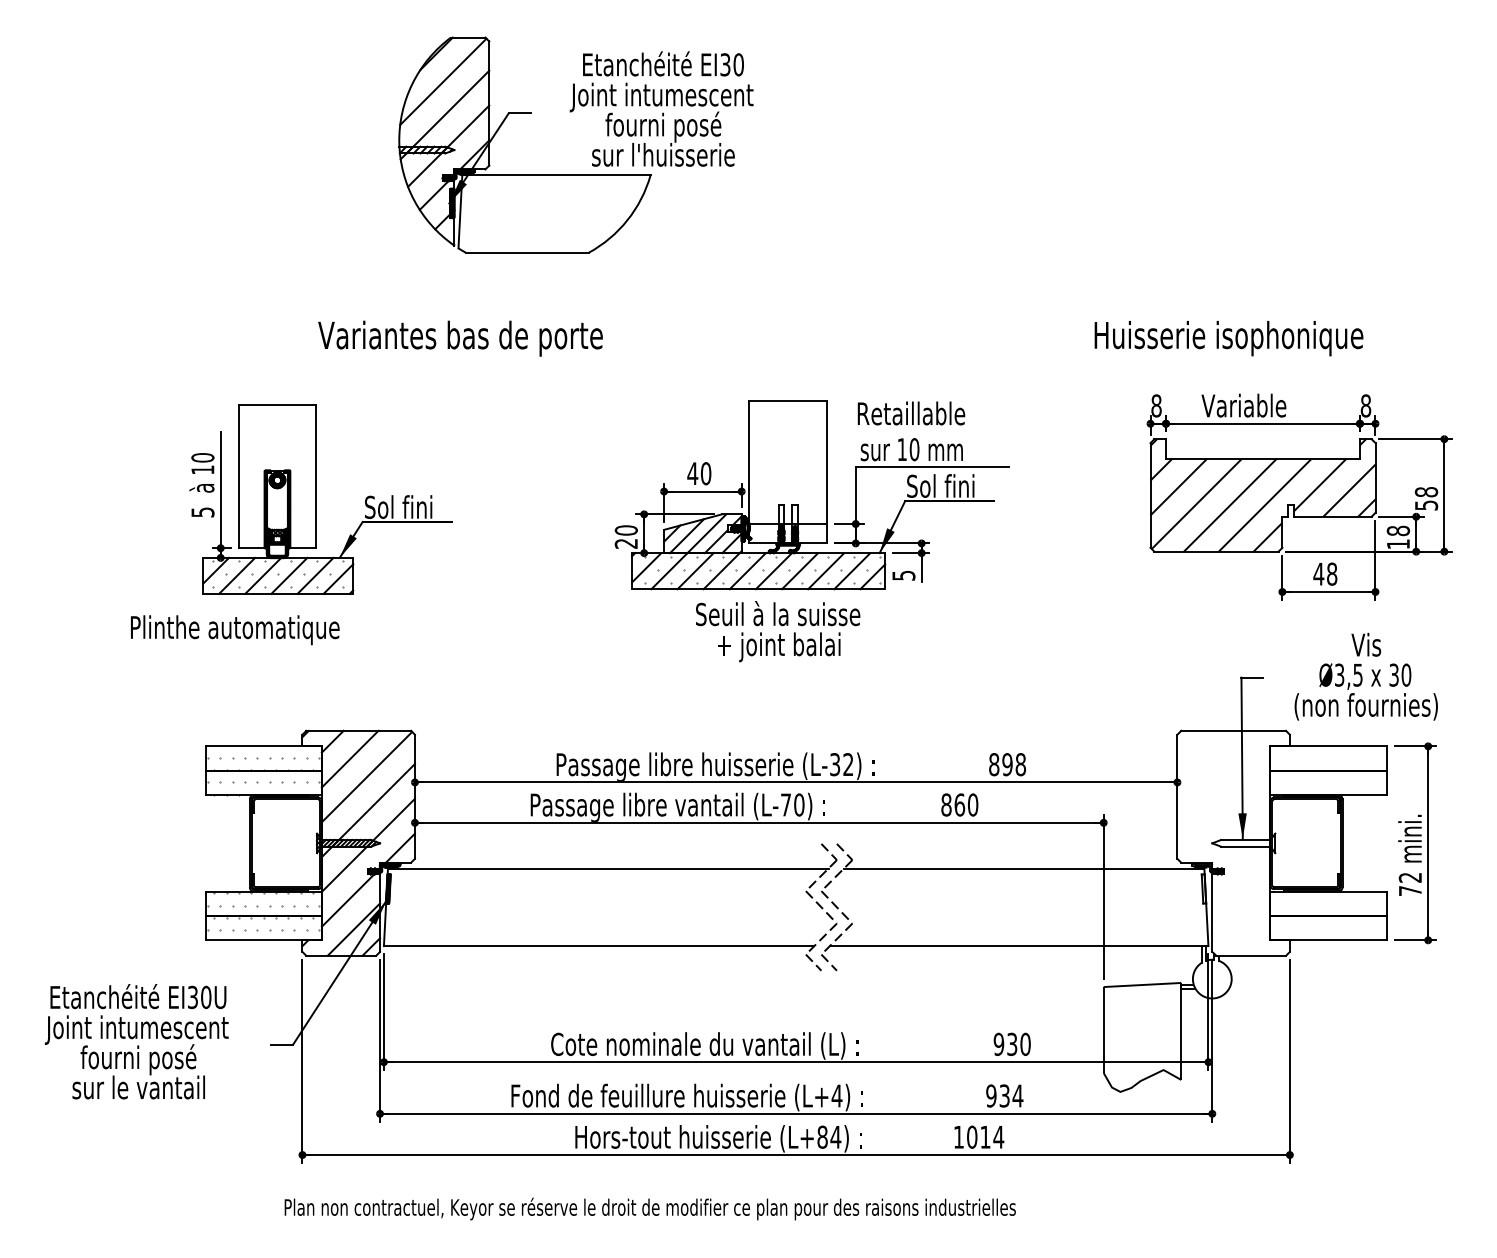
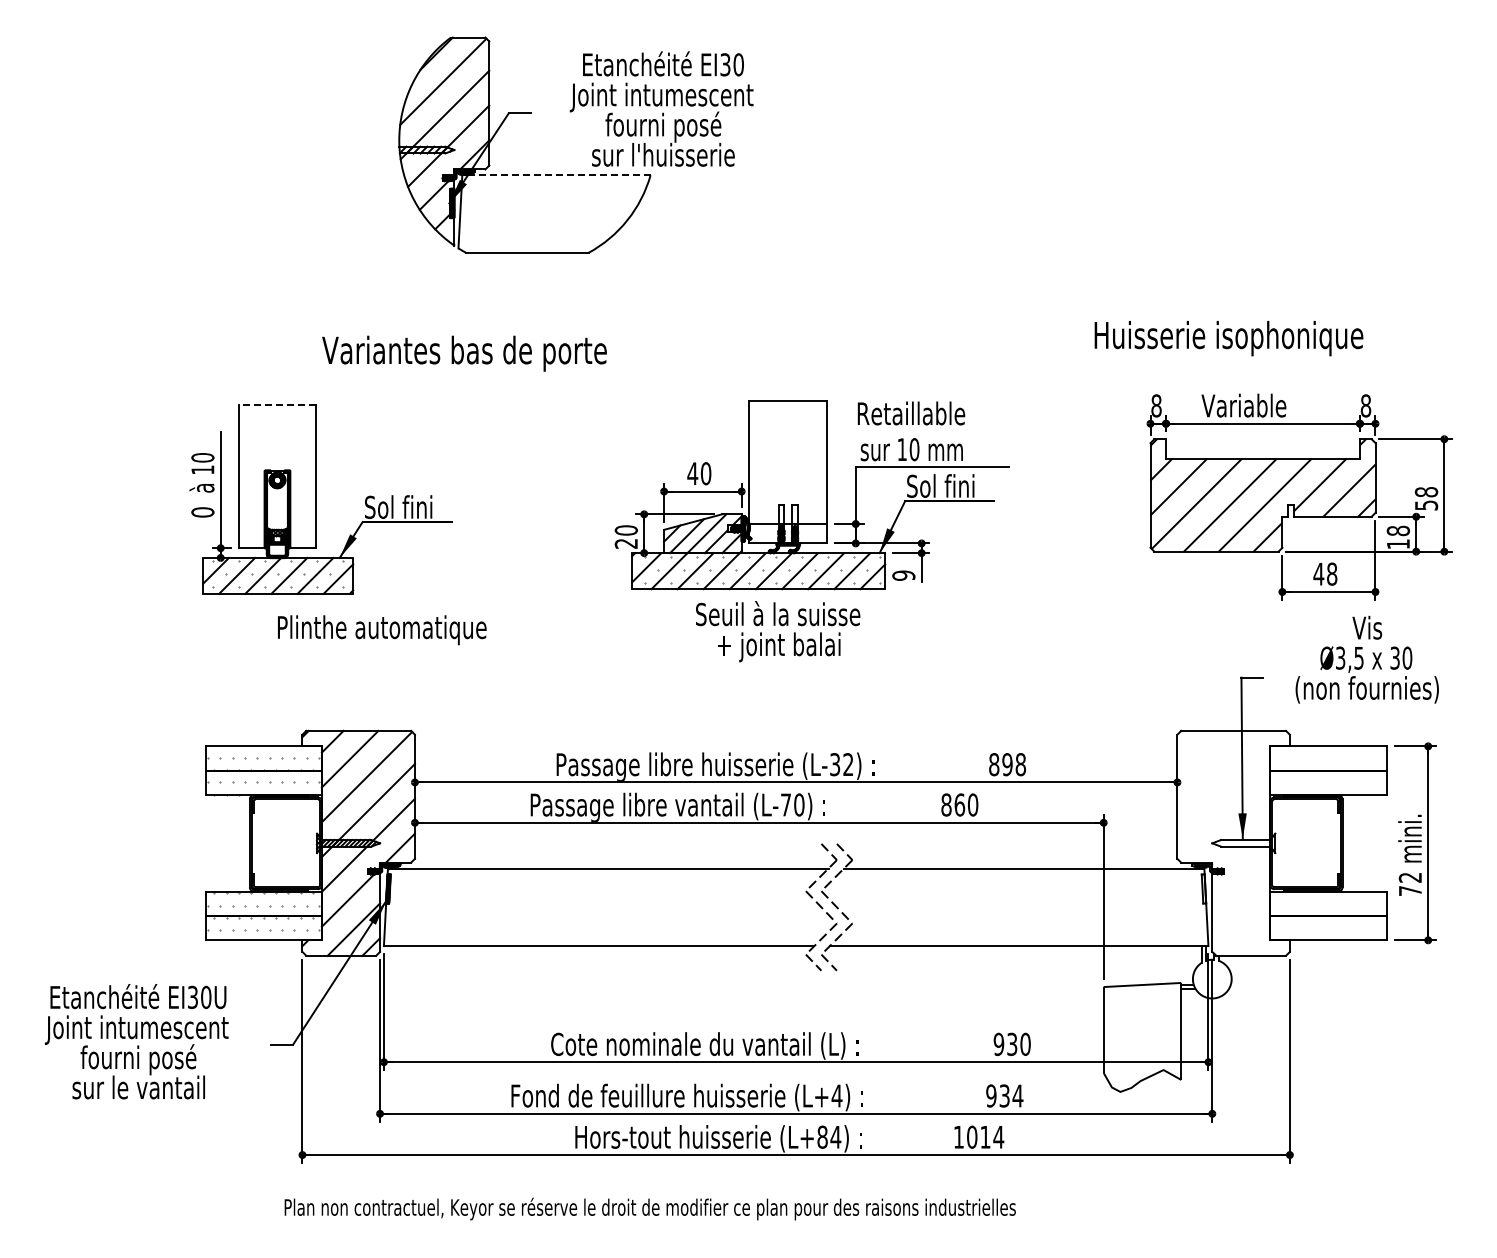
line at (555, 175): solid -> dashed
text at (460, 338) position: (460, 338) -> (464, 353)
line at (277, 404): solid -> dashed
text at (202, 512): 5 -> 0
text at (903, 575): 5 -> 9
text at (235, 630) position: (235, 630) -> (382, 630)
text at (1365, 676) position: (1365, 676) -> (1366, 659)
